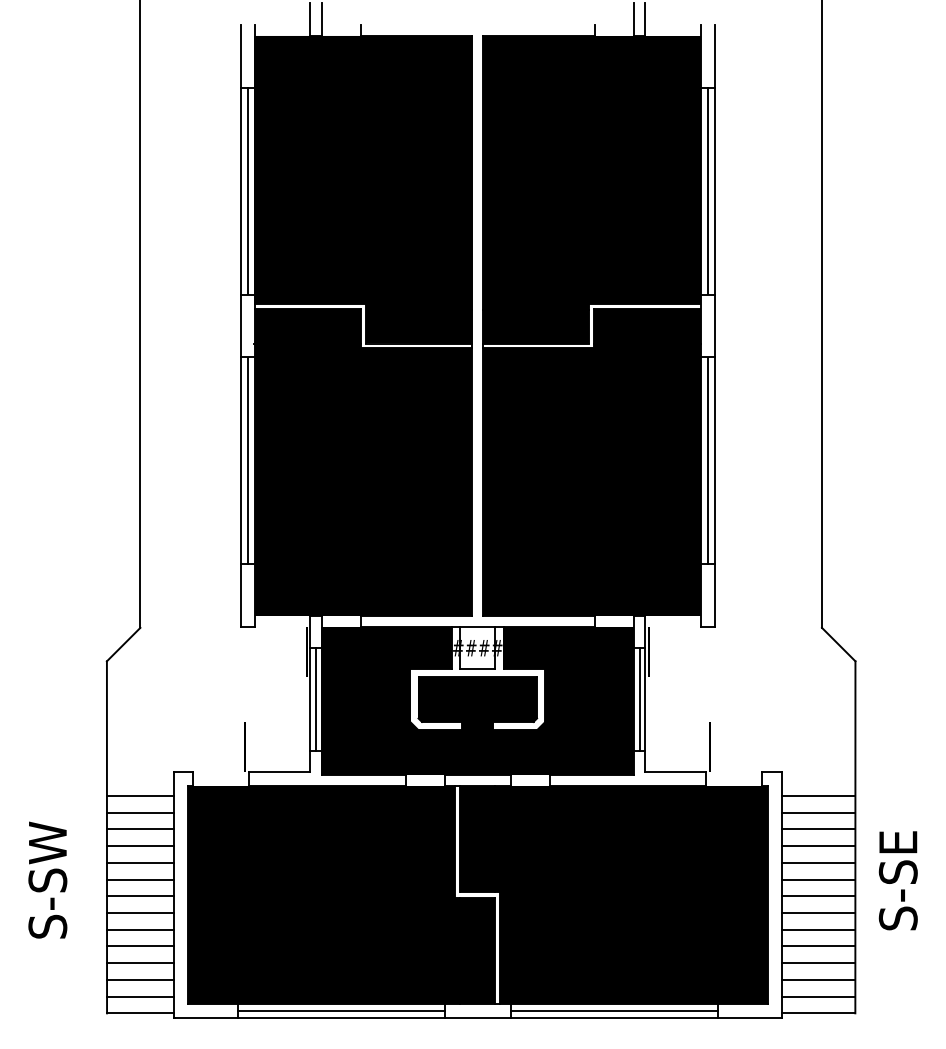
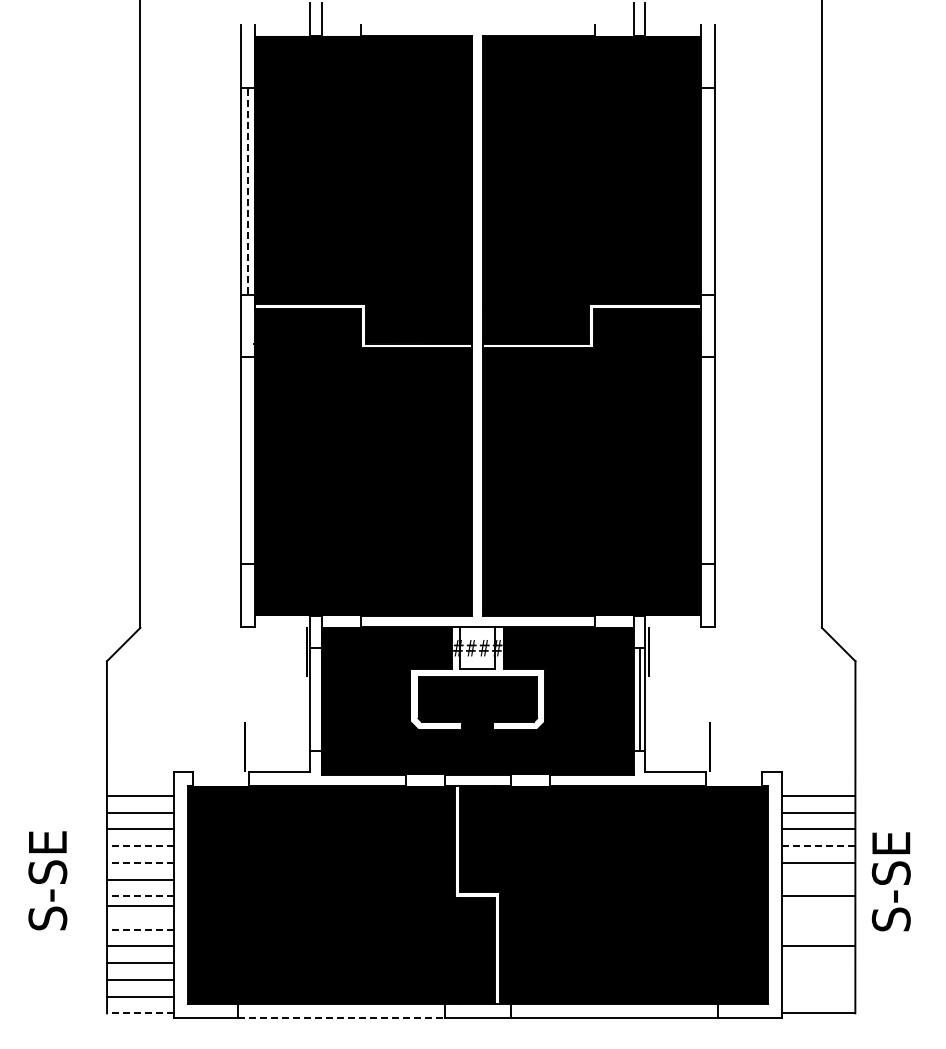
line at (247, 190): solid -> dashed
line at (707, 190): present -> none
line at (247, 461): present -> none
line at (707, 461): present -> none
line at (316, 699): present -> none
line at (139, 846): solid -> dashed
line at (818, 846): solid -> dashed
line at (139, 862): solid -> dashed
text at (47, 879): S-SW -> S-SE
line at (818, 879): present -> none
text at (897, 880) position: (897, 880) -> (890, 881)
line at (139, 896): solid -> dashed
line at (140, 912) position: (140, 912) -> (140, 905)
line at (818, 912): present -> none
line at (139, 929): solid -> dashed
line at (818, 929): present -> none
line at (818, 963): present -> none
line at (818, 979): present -> none
line at (818, 996): present -> none
line at (341, 1010): present -> none
line at (613, 1010): present -> none
line at (139, 1013): solid -> dashed
line at (341, 1017): solid -> dashed
